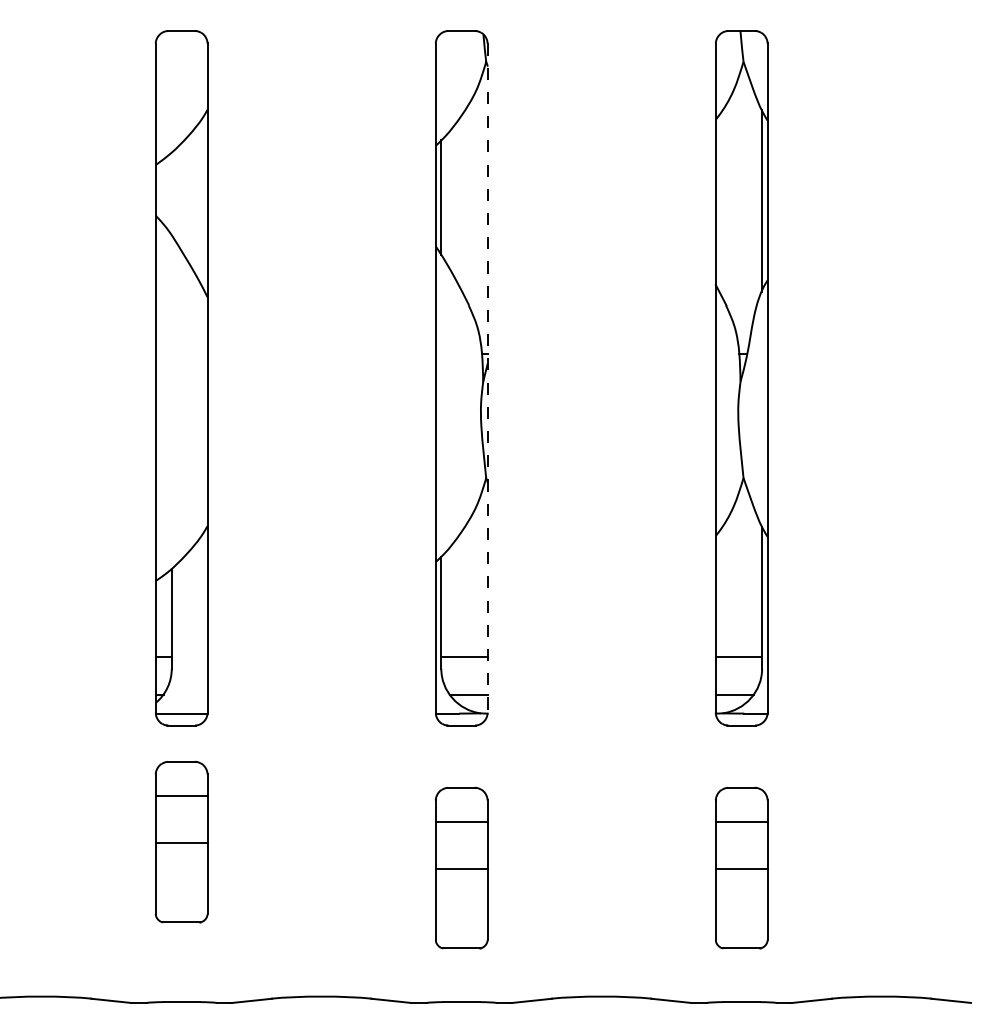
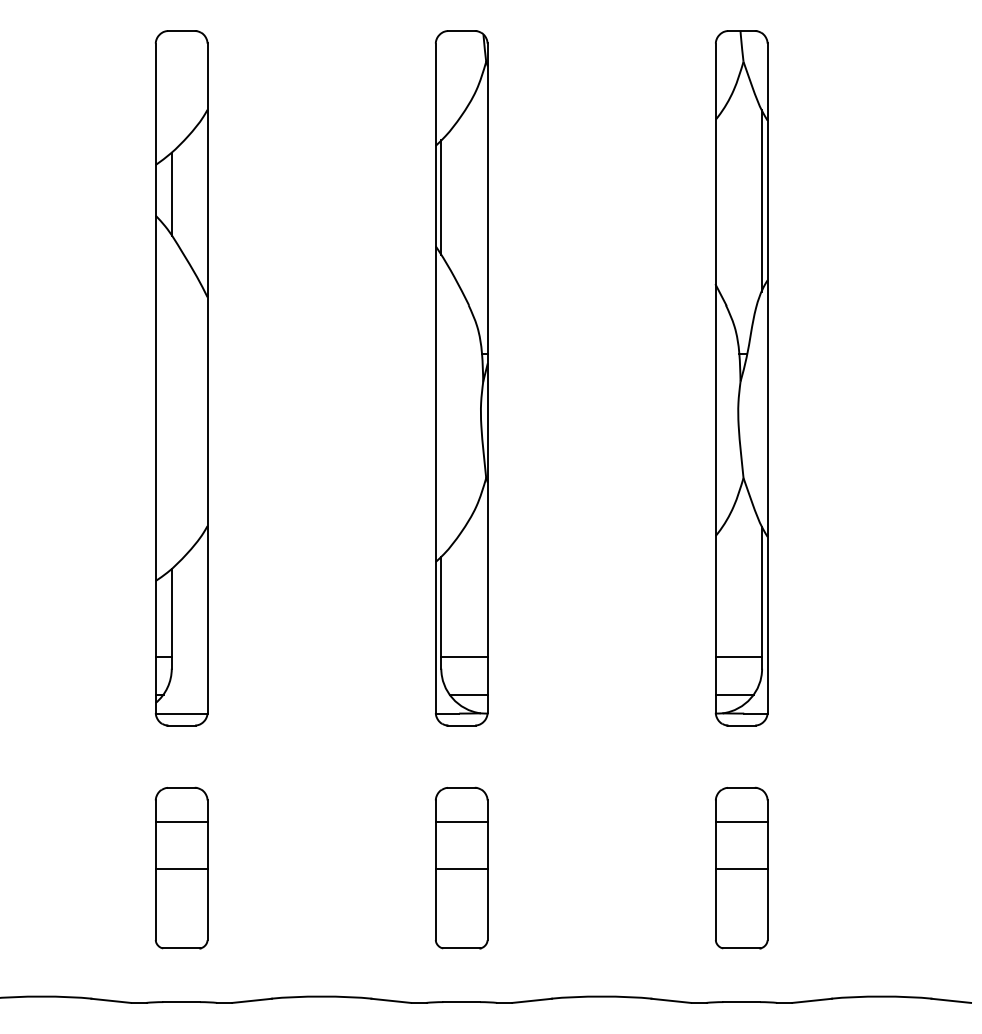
line at (171, 194): none -> present
line at (487, 378): dashed -> solid
part at (181, 841) position: (181, 841) -> (181, 867)
